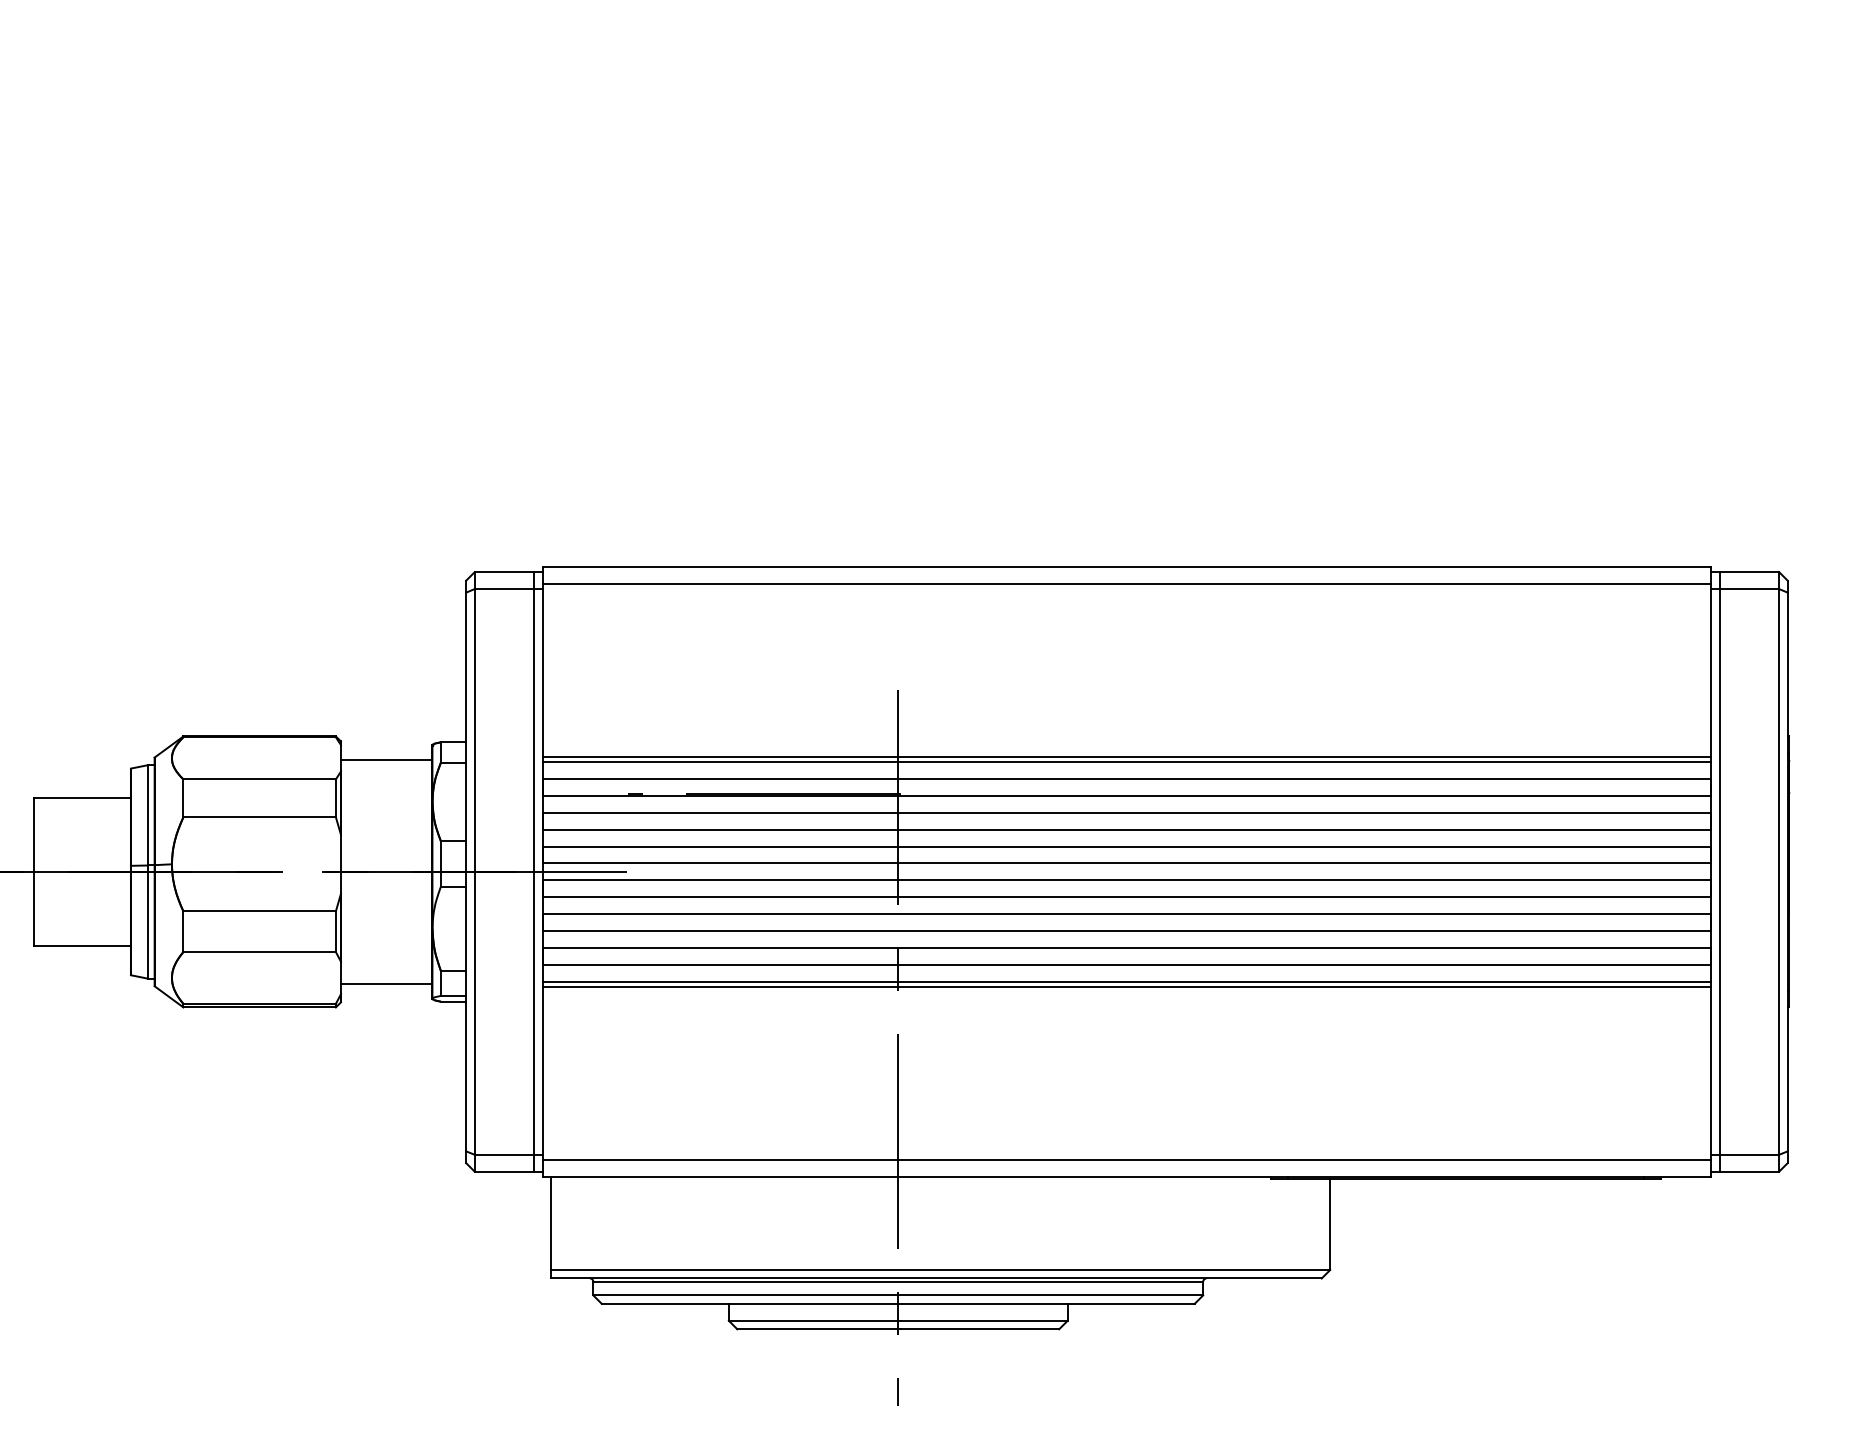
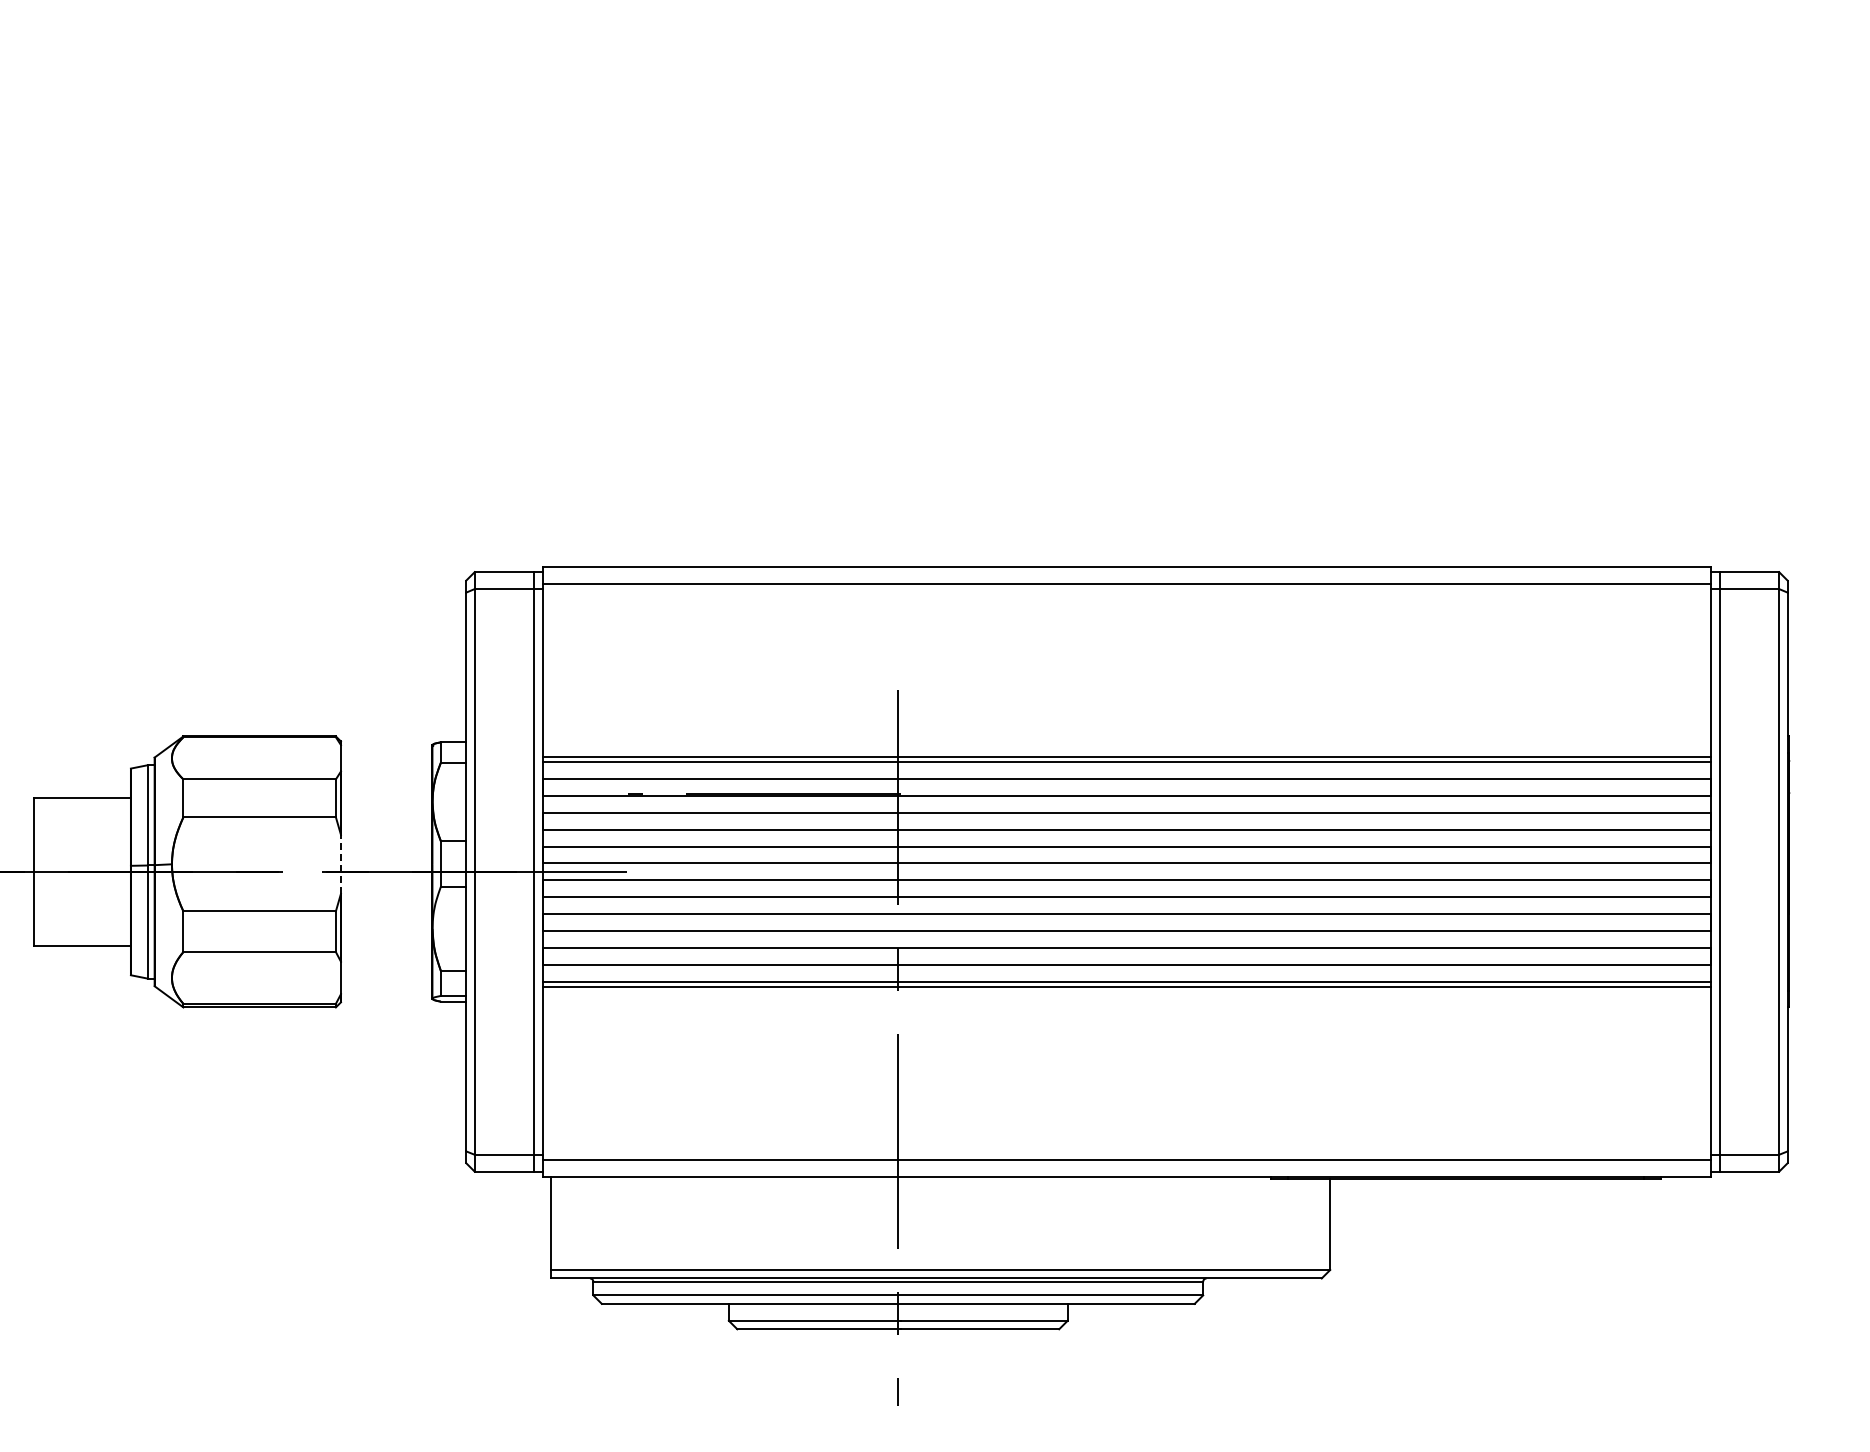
line at (386, 760): present -> none
line at (340, 863): solid -> dashed
line at (386, 983): present -> none
